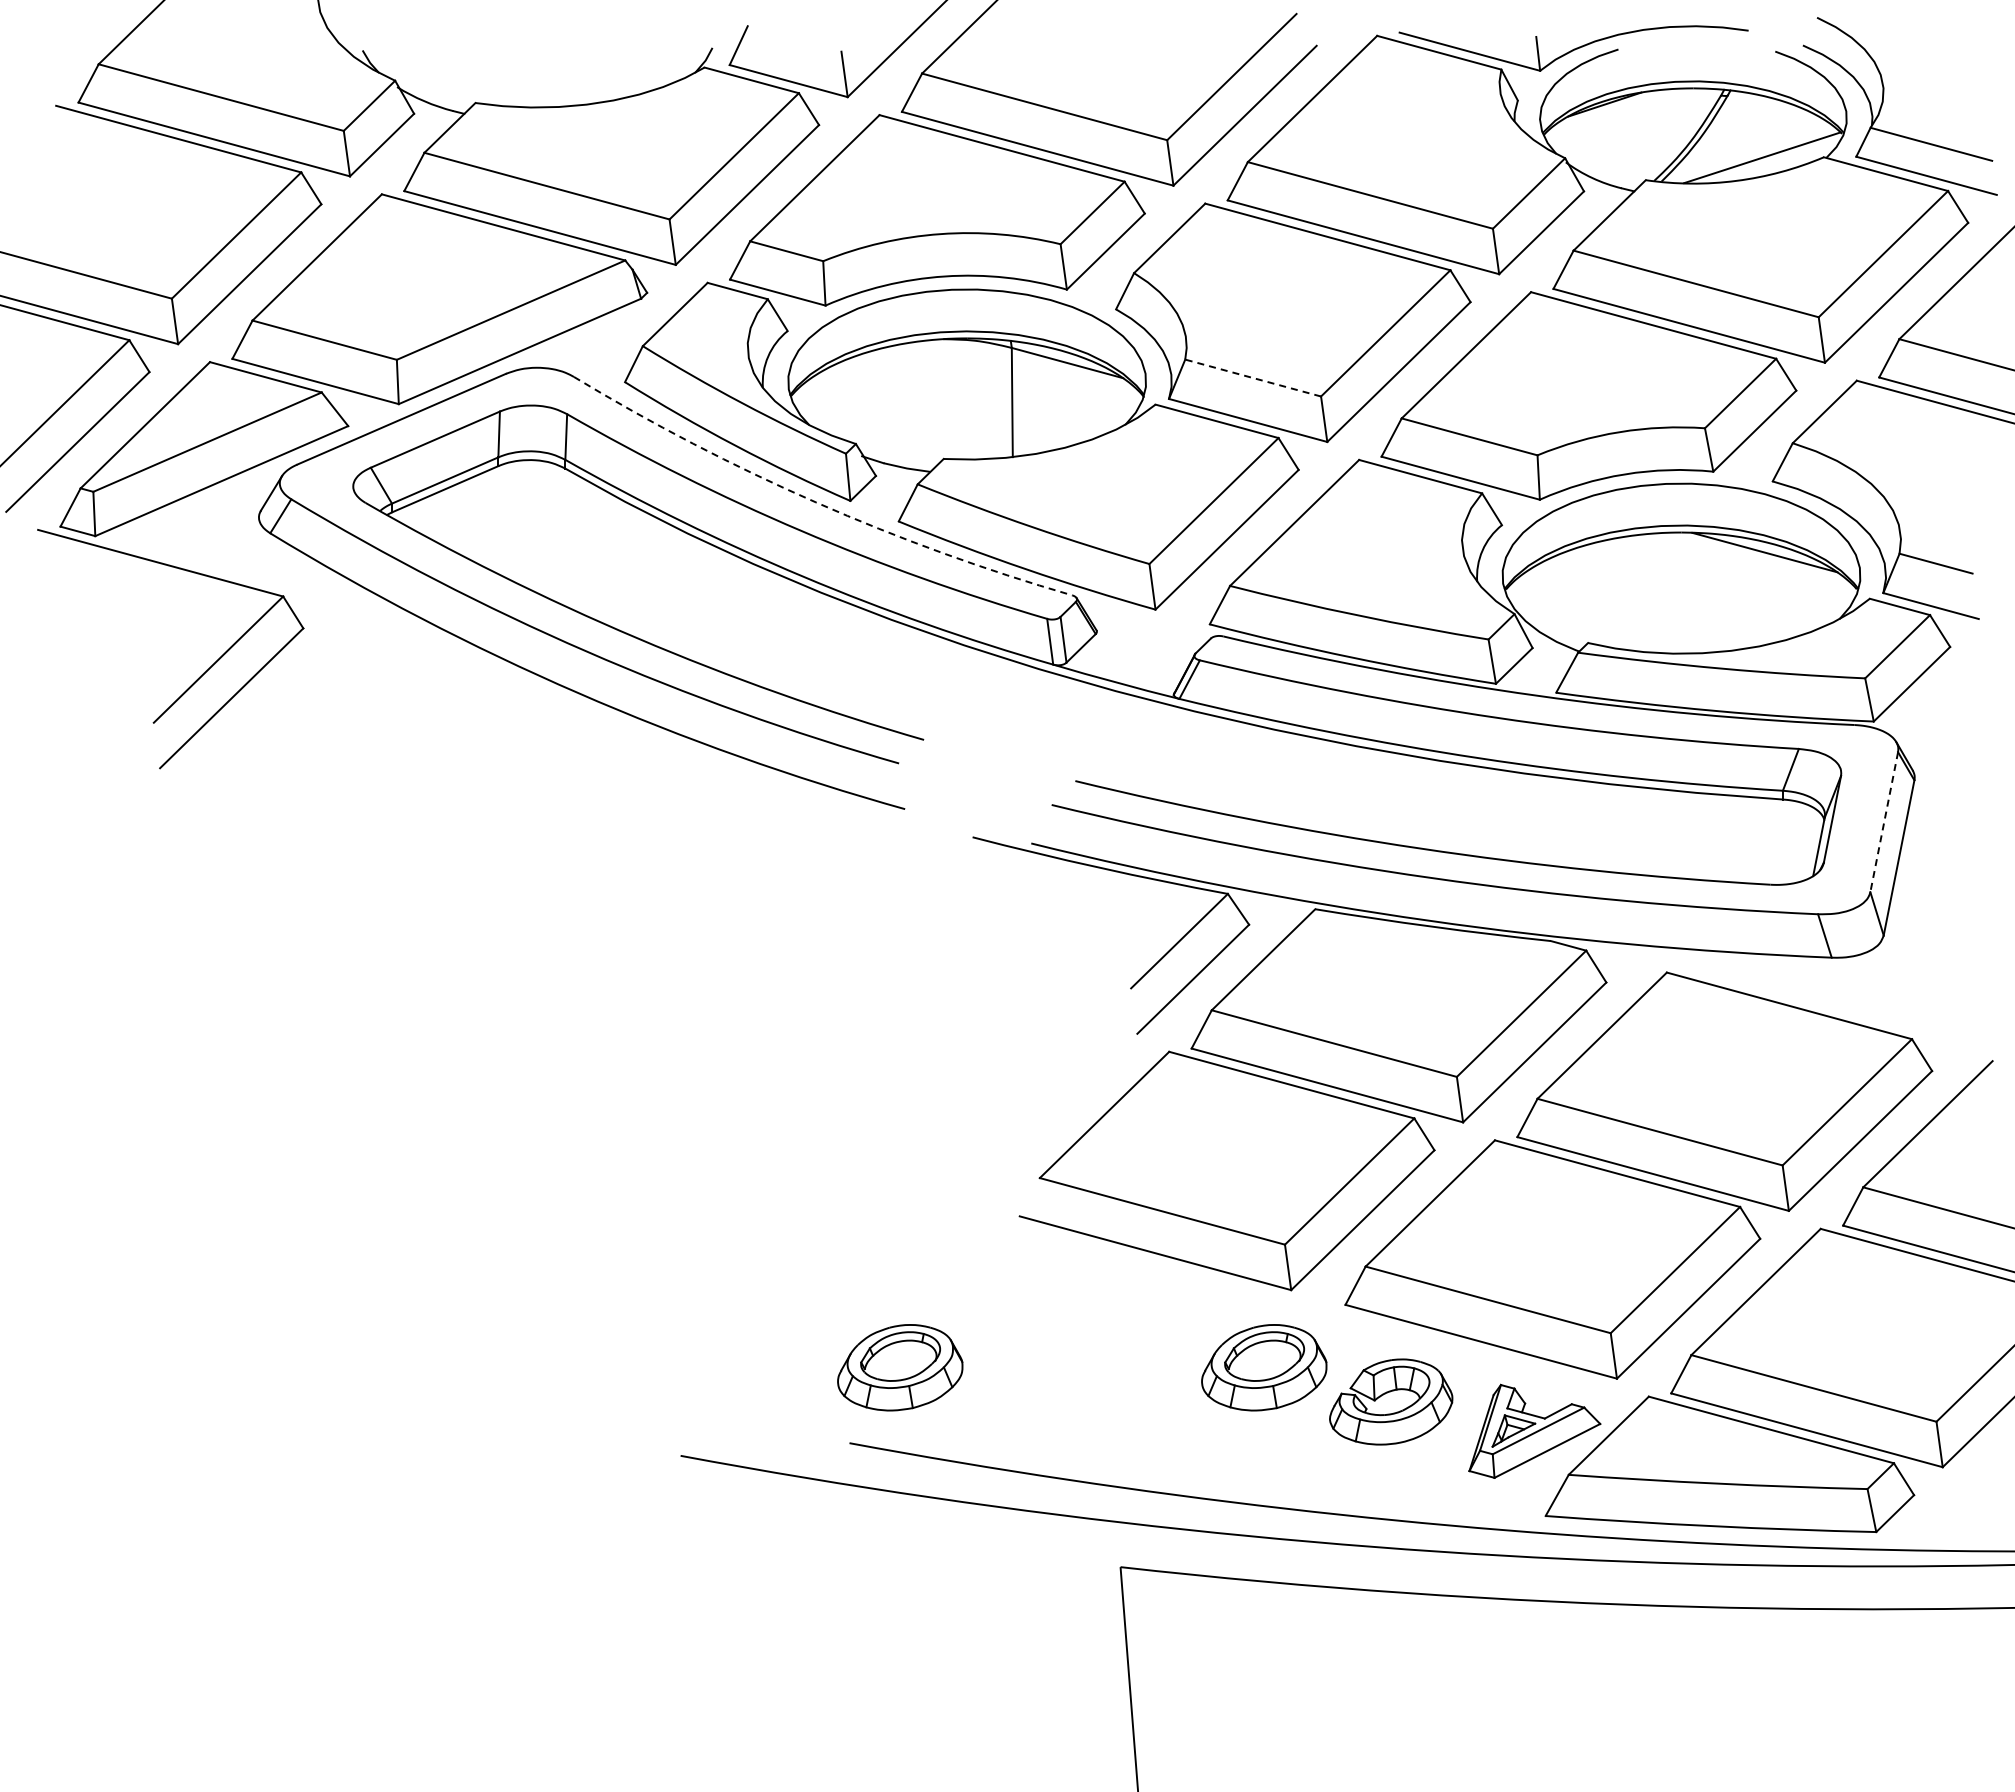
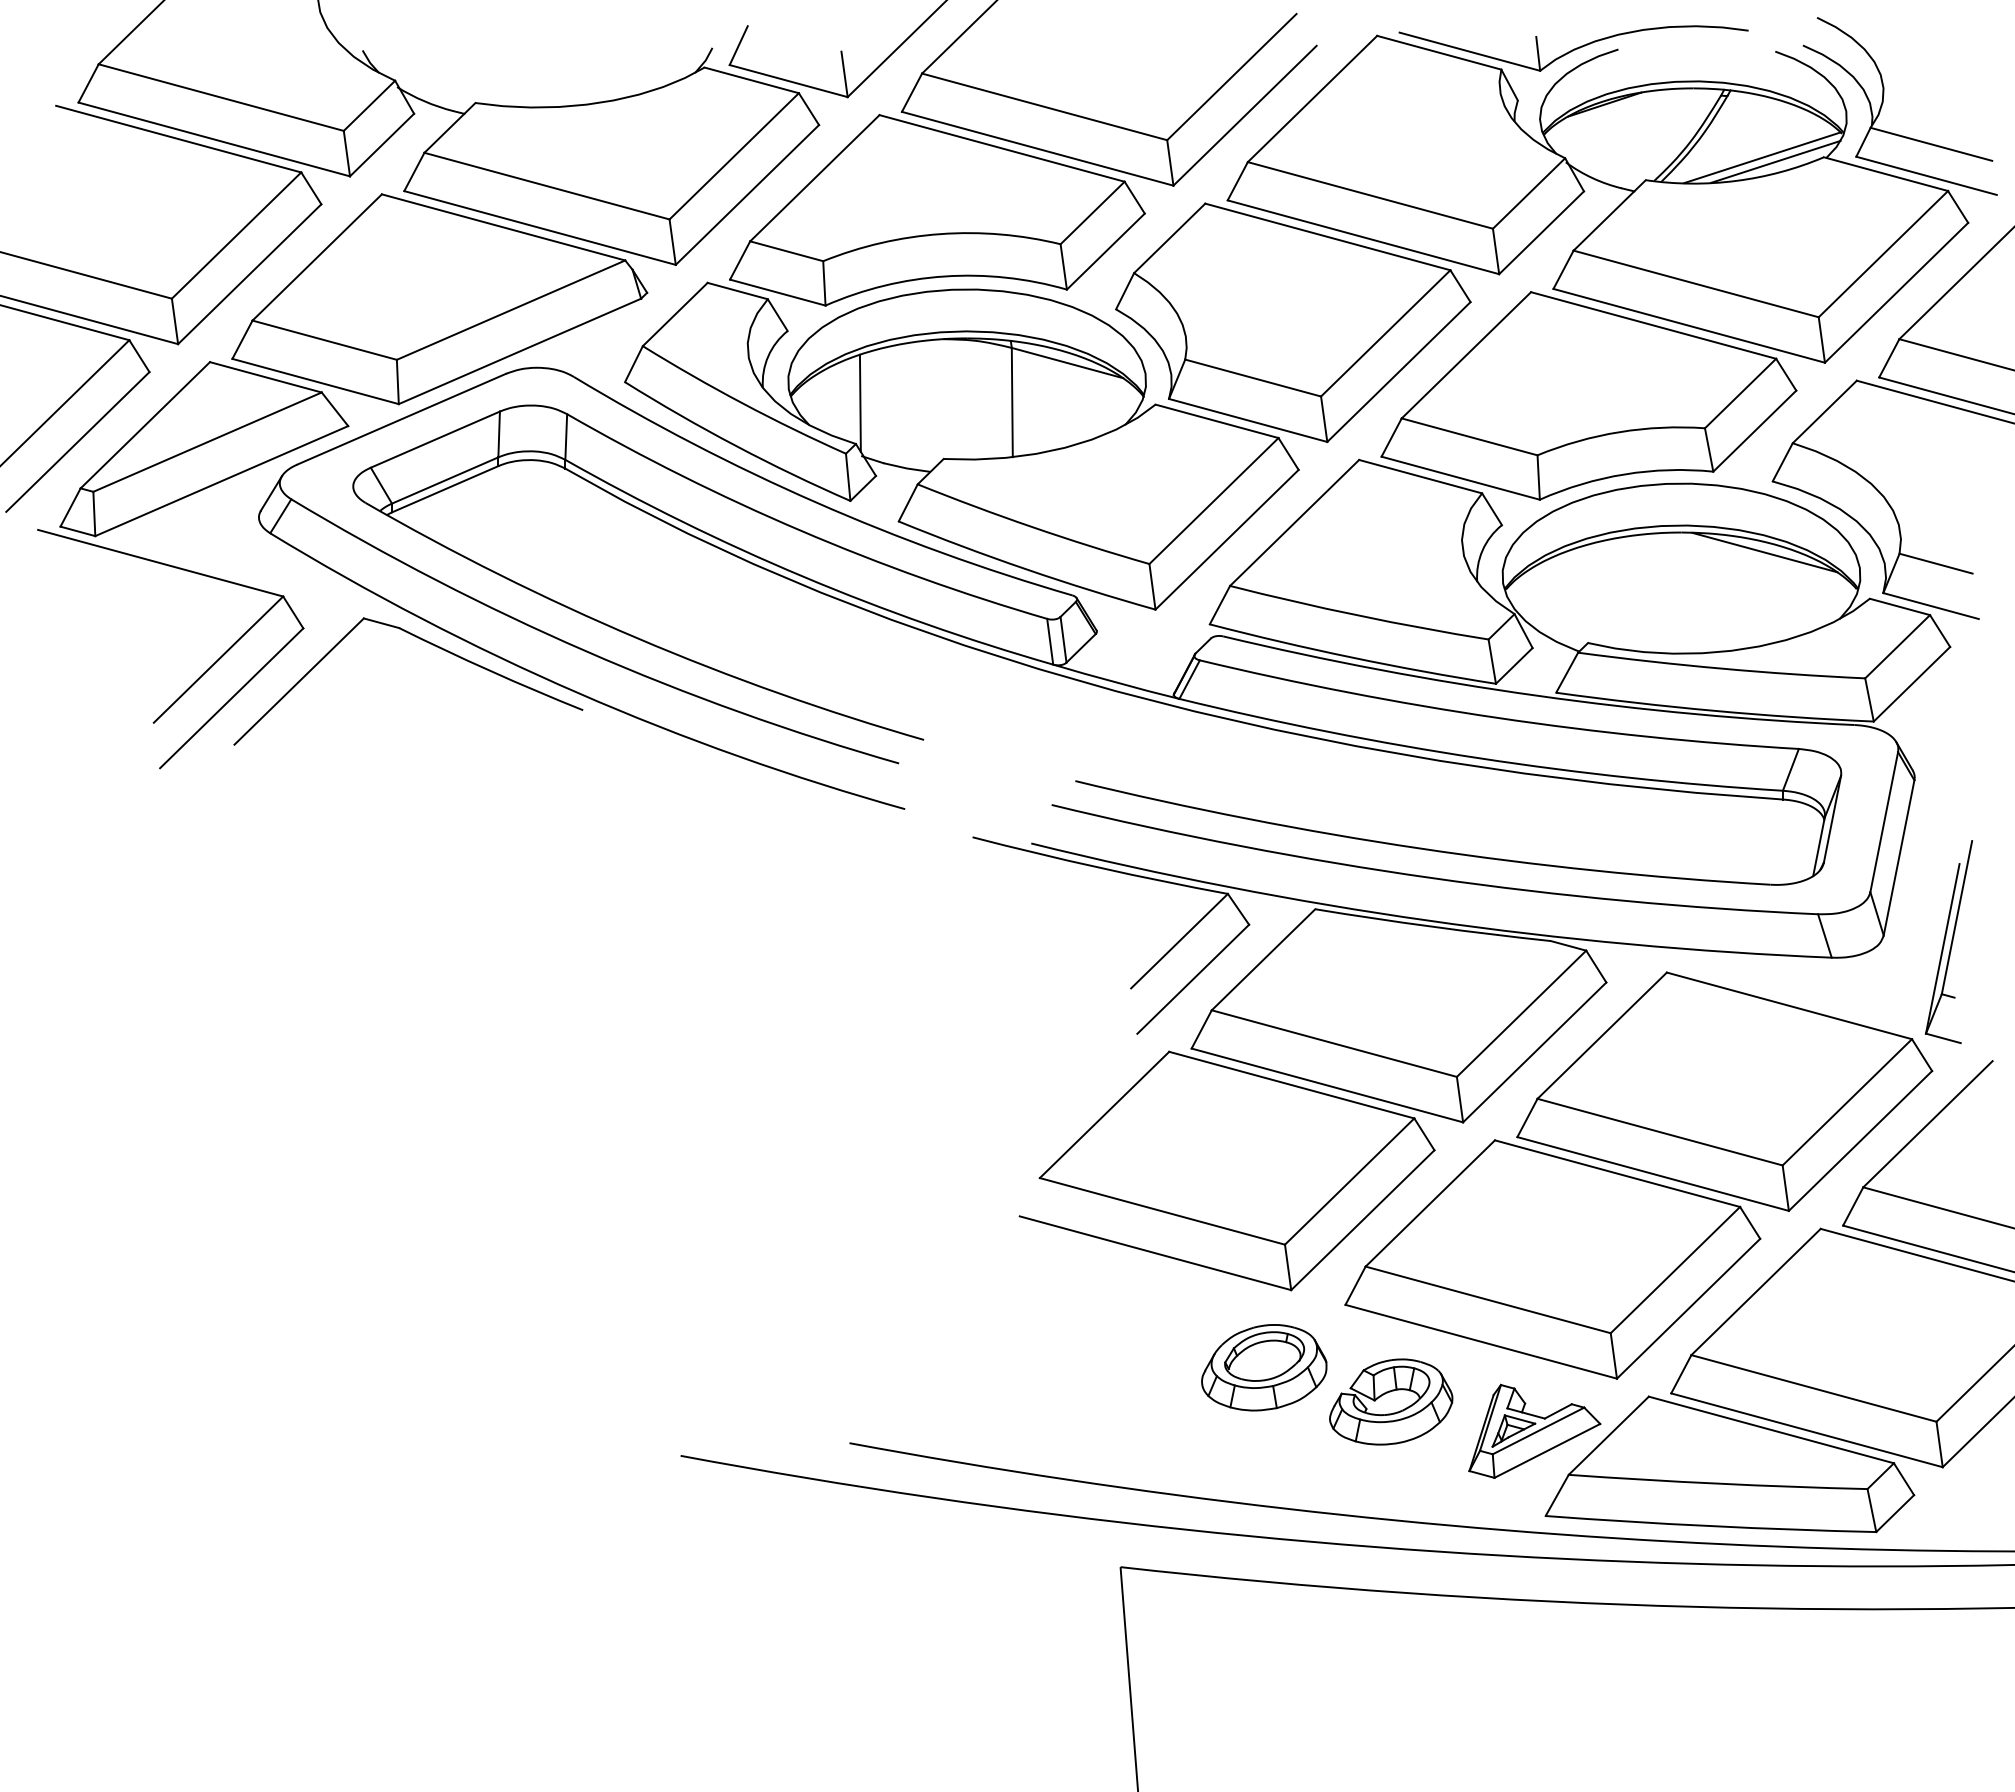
line at (1775, 161): none -> present
line at (1252, 377): dashed -> solid
line at (859, 402): none -> present
arc at (816, 502): dashed -> solid
part at (428, 643): none -> present
line at (1884, 822): dashed -> solid
part at (1948, 941): none -> present
part at (900, 1367): present -> none
